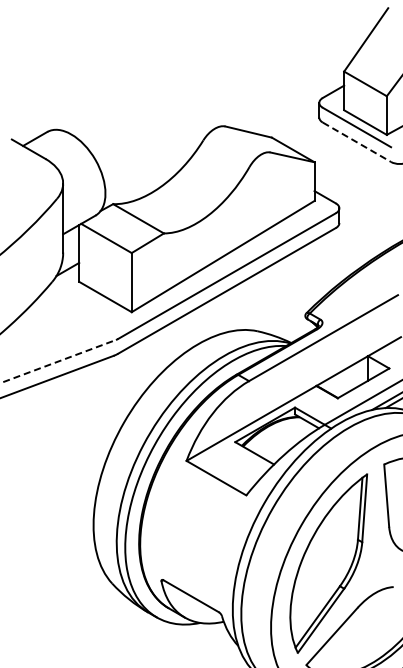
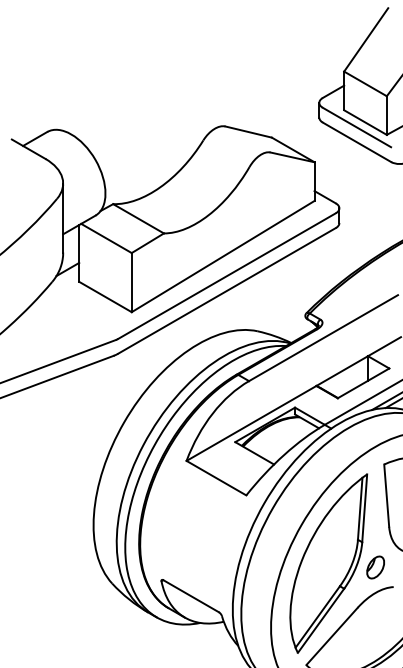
line at (357, 142): dashed -> solid
line at (58, 361): dashed -> solid
part at (375, 567): none -> present
